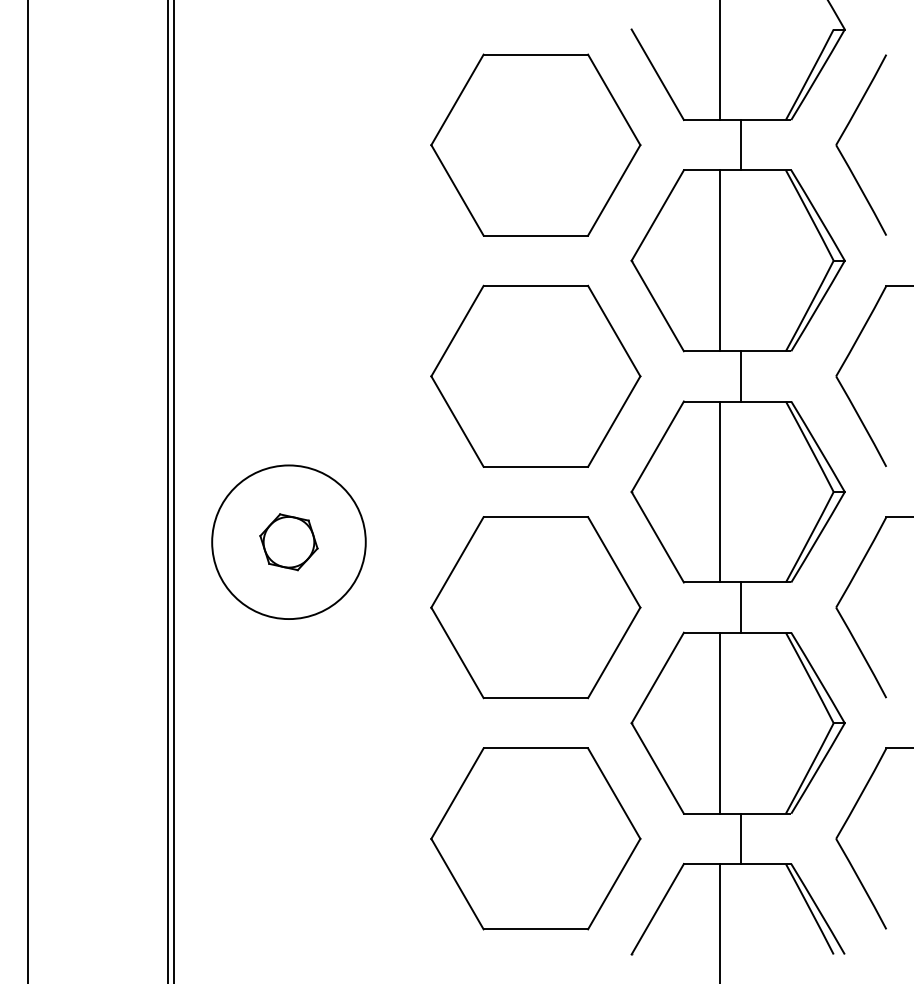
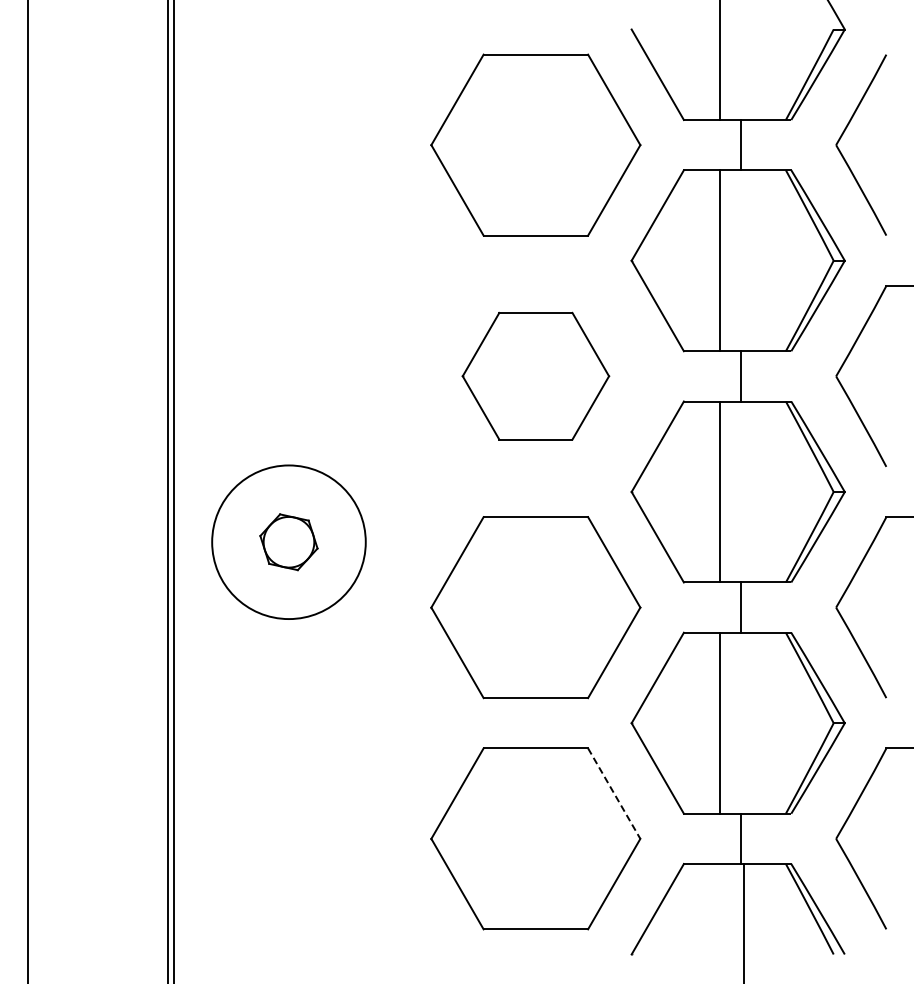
part at (535, 375) size: 212x184 px -> 150x130 px
line at (614, 794): solid -> dashed
line at (720, 922) position: (720, 922) -> (744, 922)
